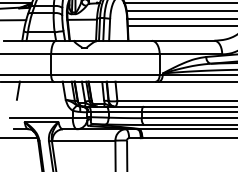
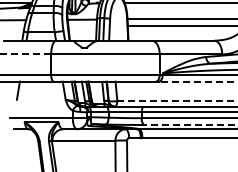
line at (180, 11): present -> none
line at (25, 54): solid -> dashed
line at (197, 81): solid -> dashed
line at (177, 100): solid -> dashed
line at (190, 124): solid -> dashed
line at (19, 138): present -> none
